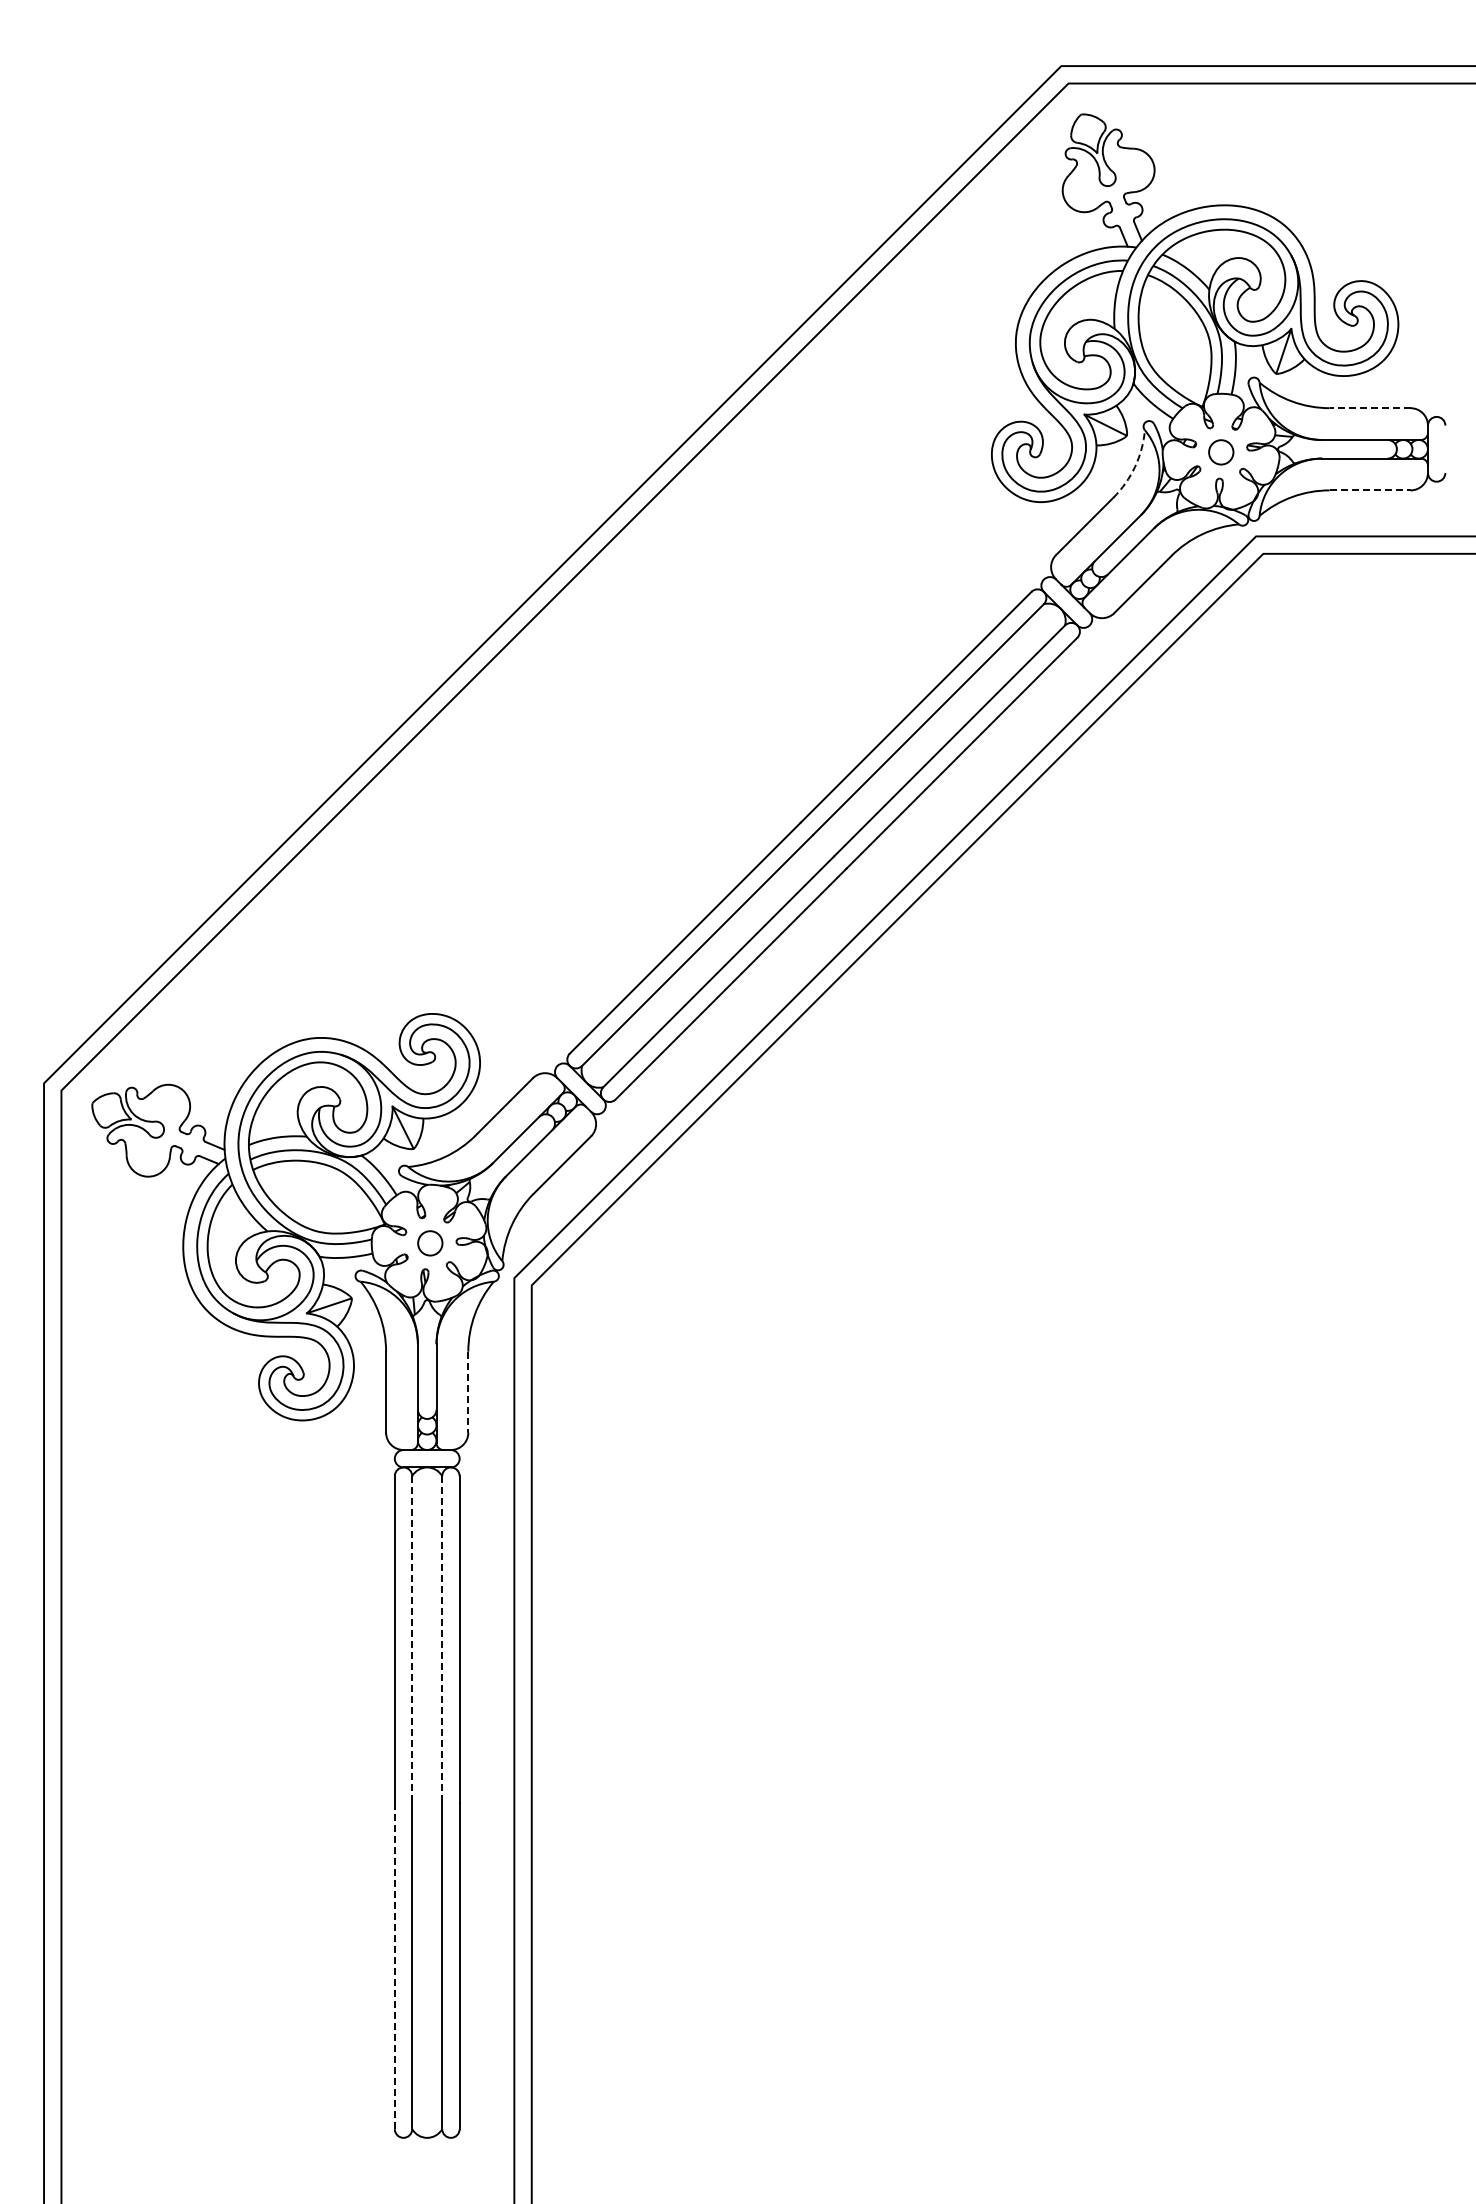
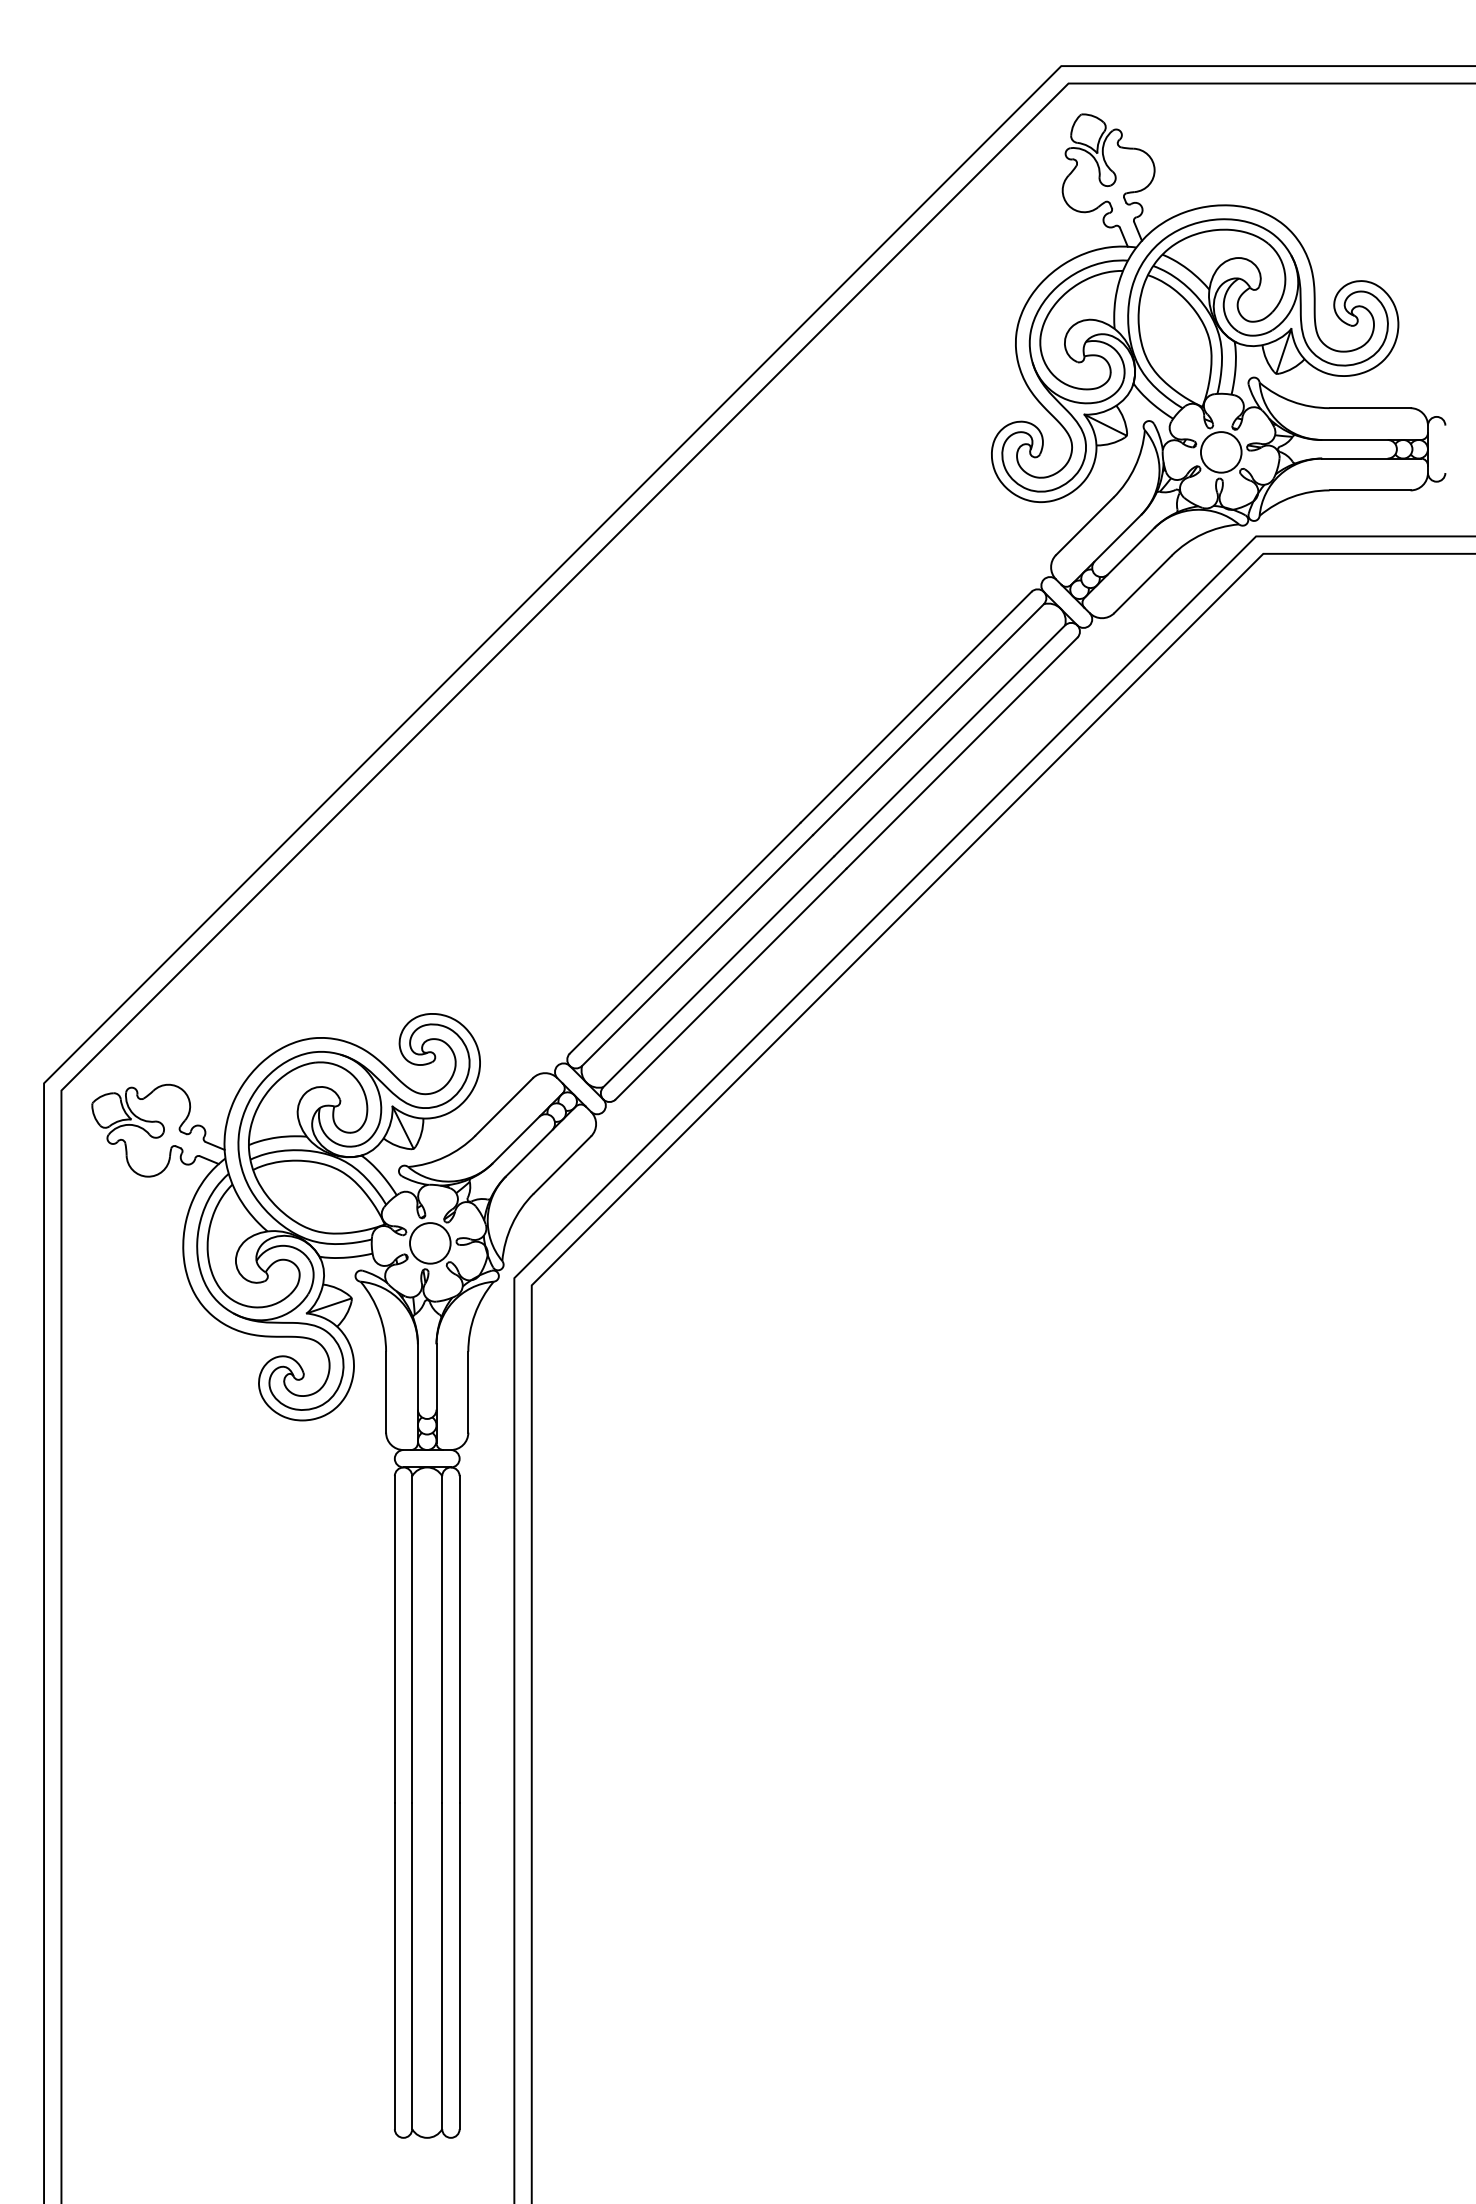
line at (1369, 408): dashed -> solid
circle at (1221, 452) diameter: 24 px -> 41 px
arc at (1135, 466): dashed -> solid
line at (1370, 490): dashed -> solid
circle at (430, 1243) diameter: 24 px -> 41 px
line at (468, 1392): dashed -> solid
line at (412, 1639): dashed -> solid
line at (442, 1639): dashed -> solid
line at (394, 1966): dashed -> solid
